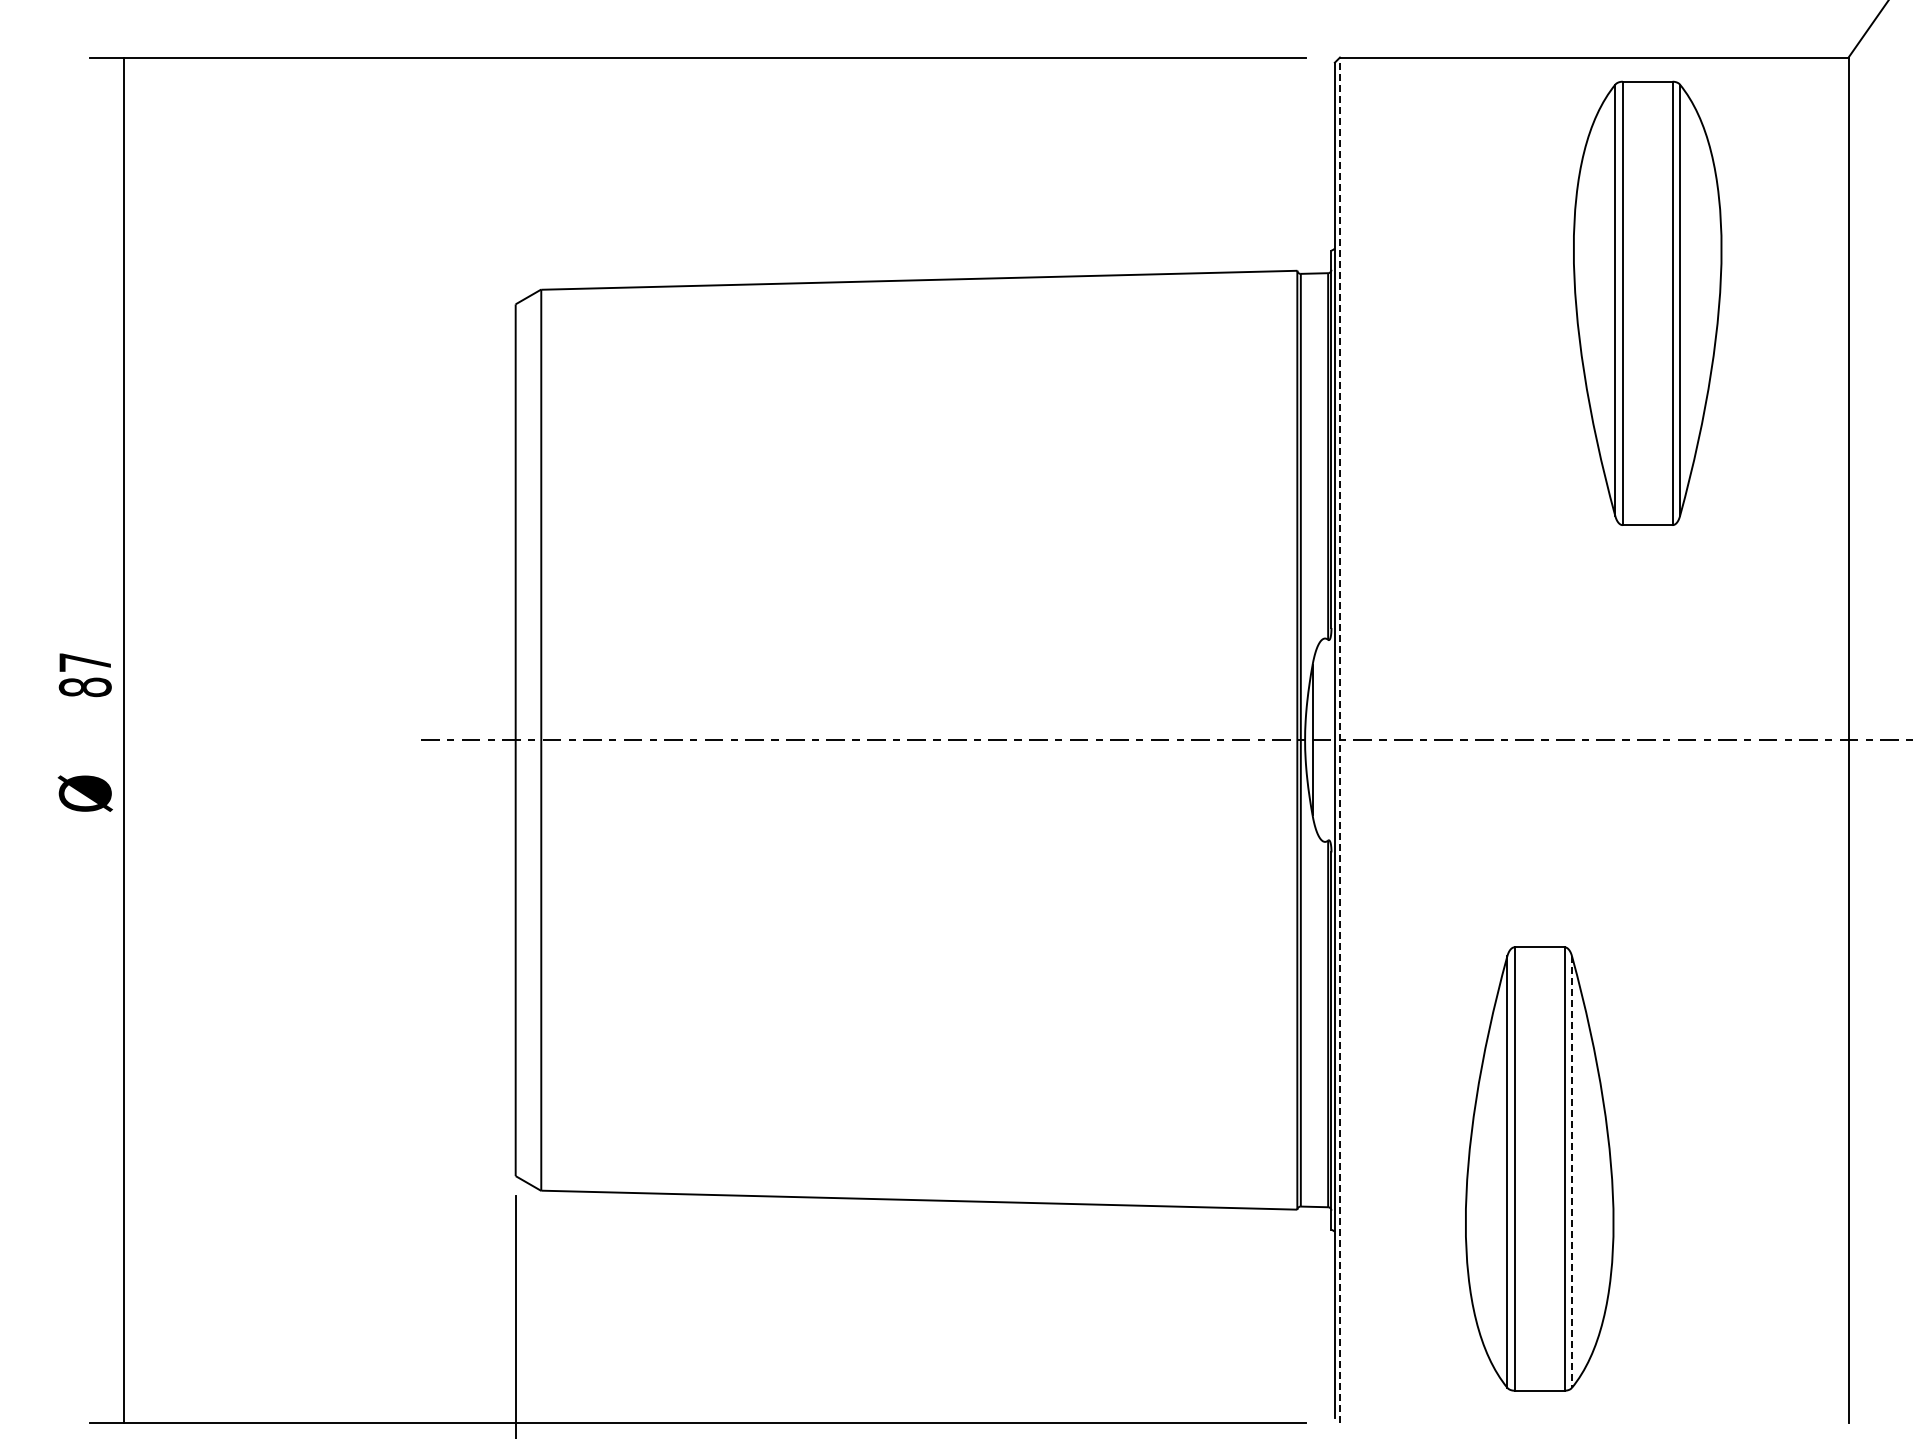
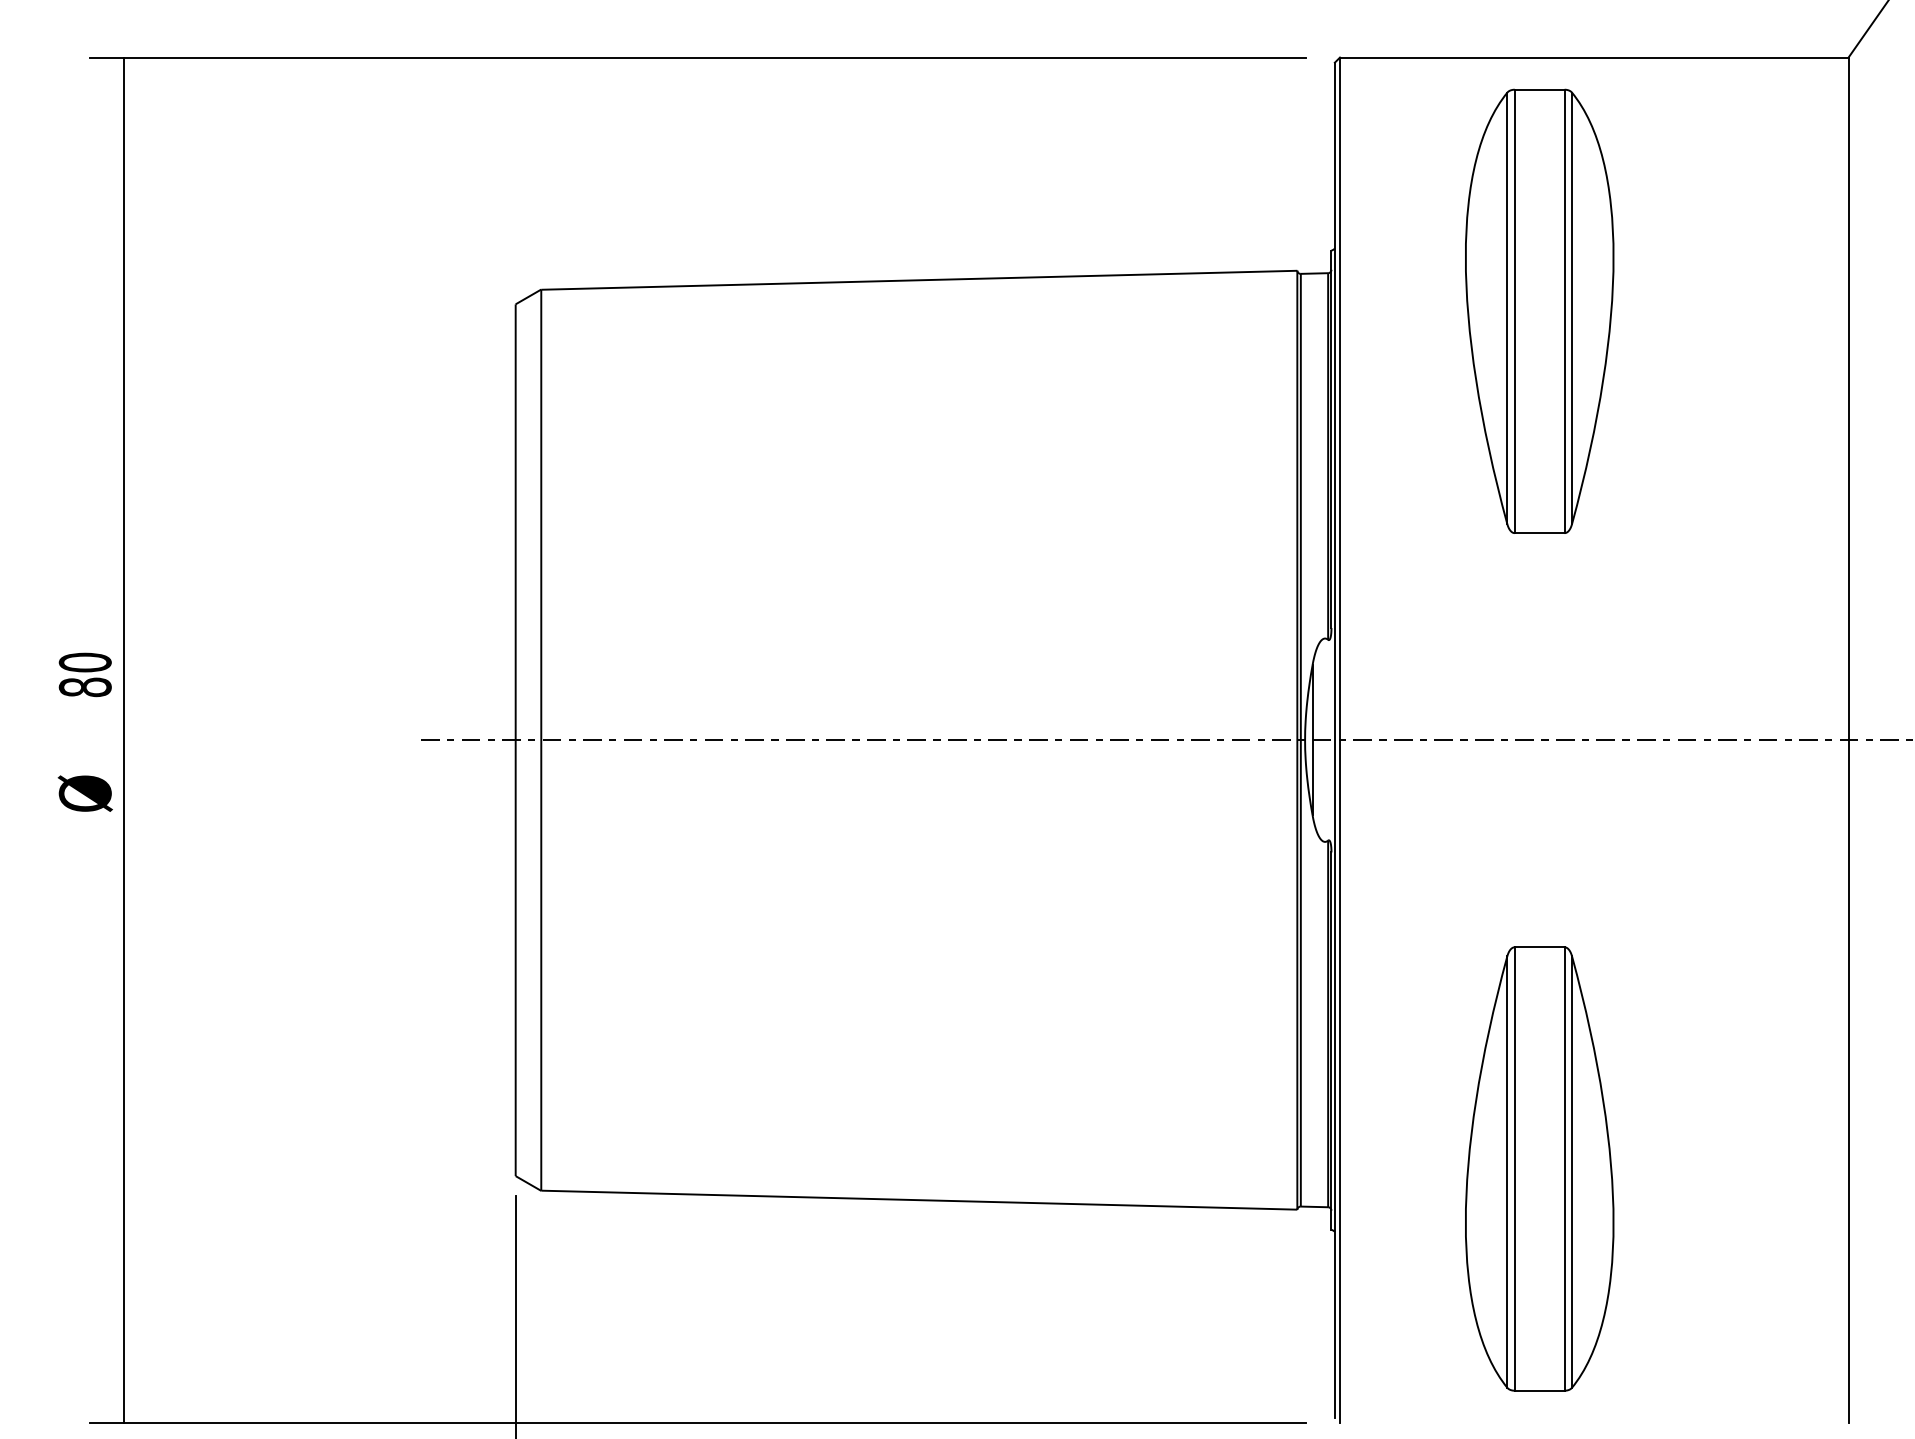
part at (1647, 302) position: (1647, 302) -> (1539, 310)
text at (84, 662): 87 -> 80
line at (1340, 740): dashed -> solid
line at (1572, 1172): dashed -> solid
